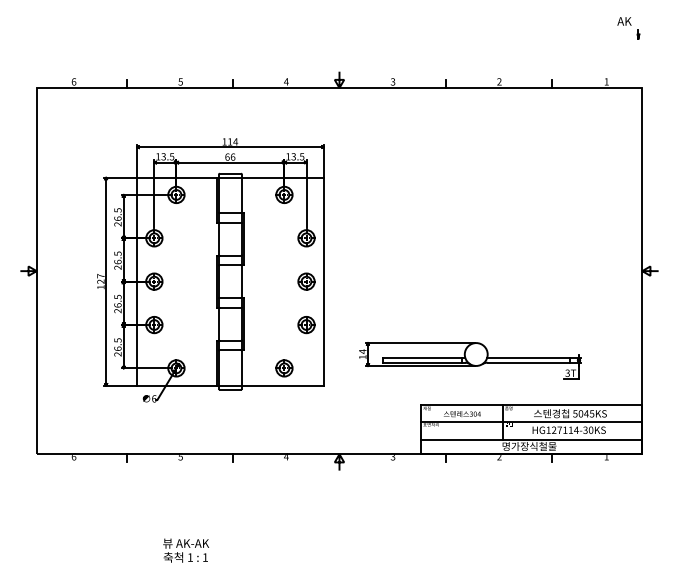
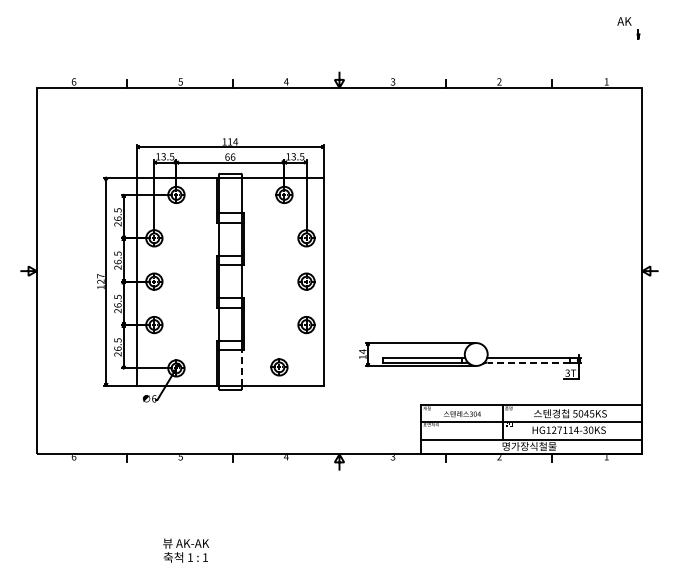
line at (528, 362): solid -> dashed
line at (241, 367): solid -> dashed
part at (284, 368) position: (284, 368) -> (279, 367)
